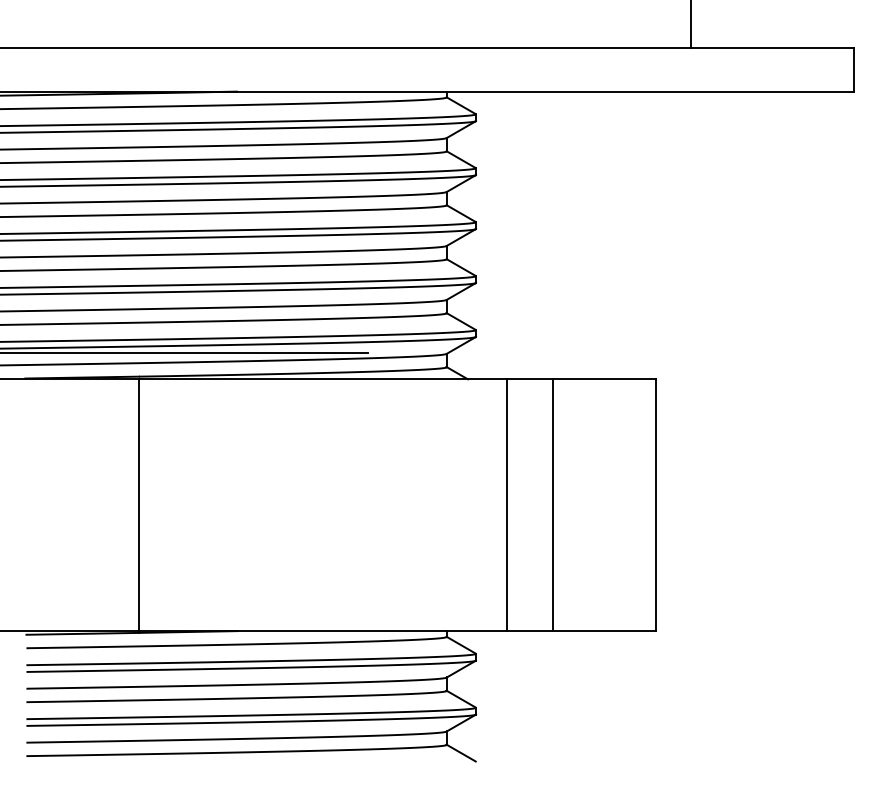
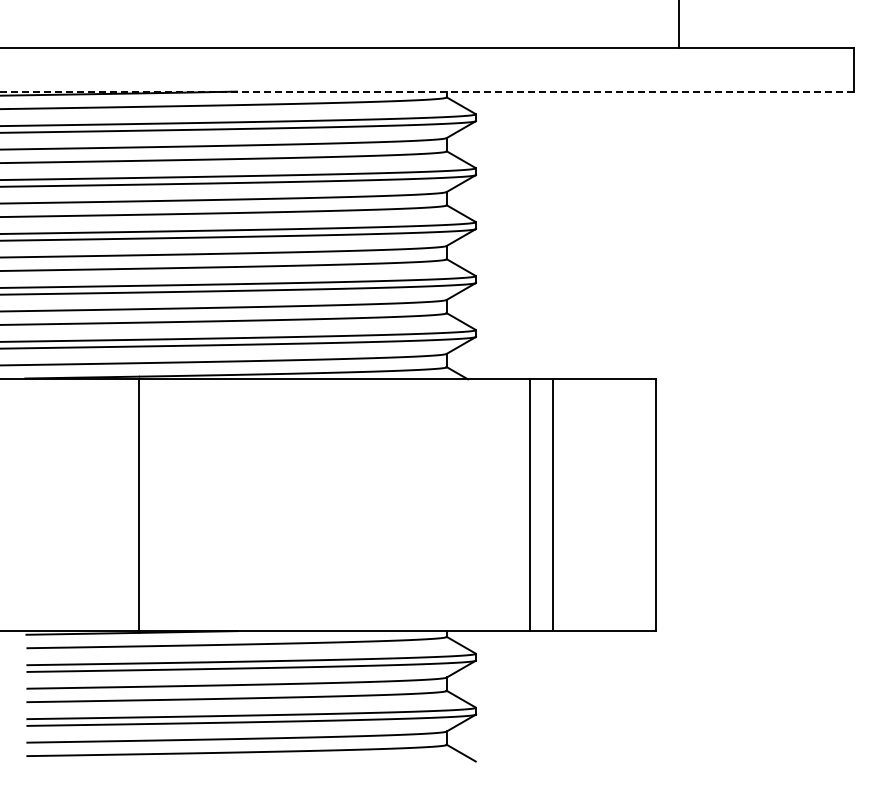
line at (690, 25) position: (690, 25) -> (678, 25)
line at (427, 91): solid -> dashed
line at (184, 352): present -> none
line at (506, 505) position: (506, 505) -> (529, 505)
